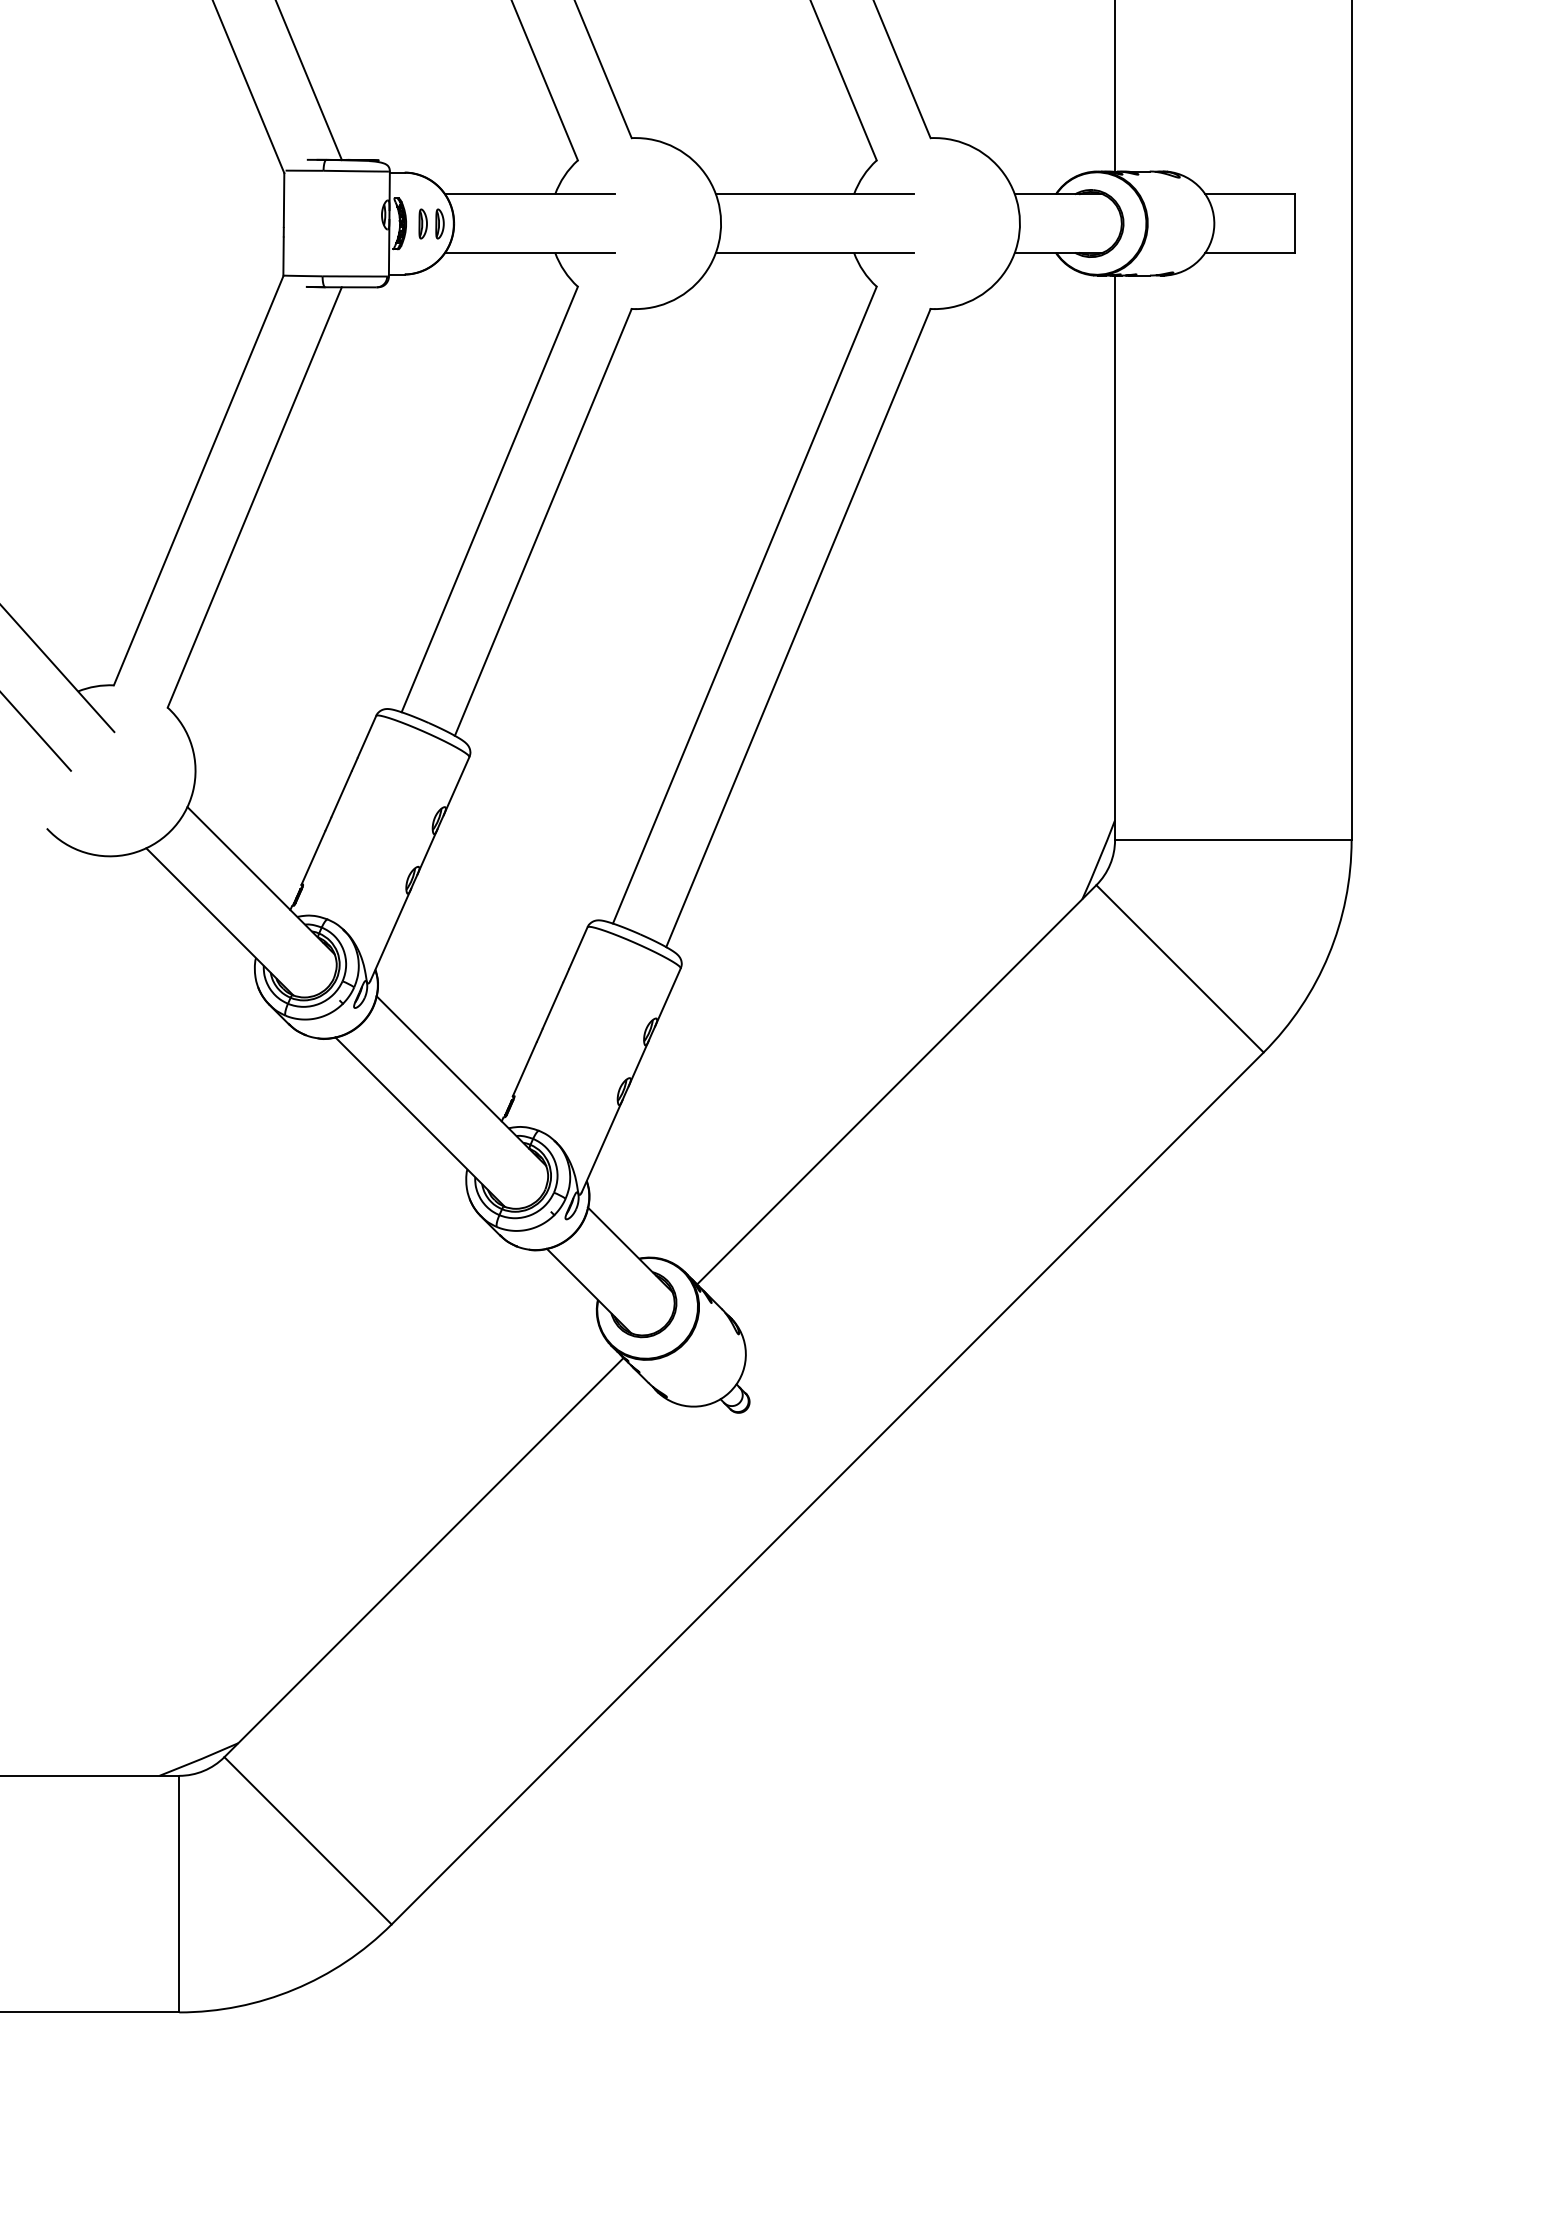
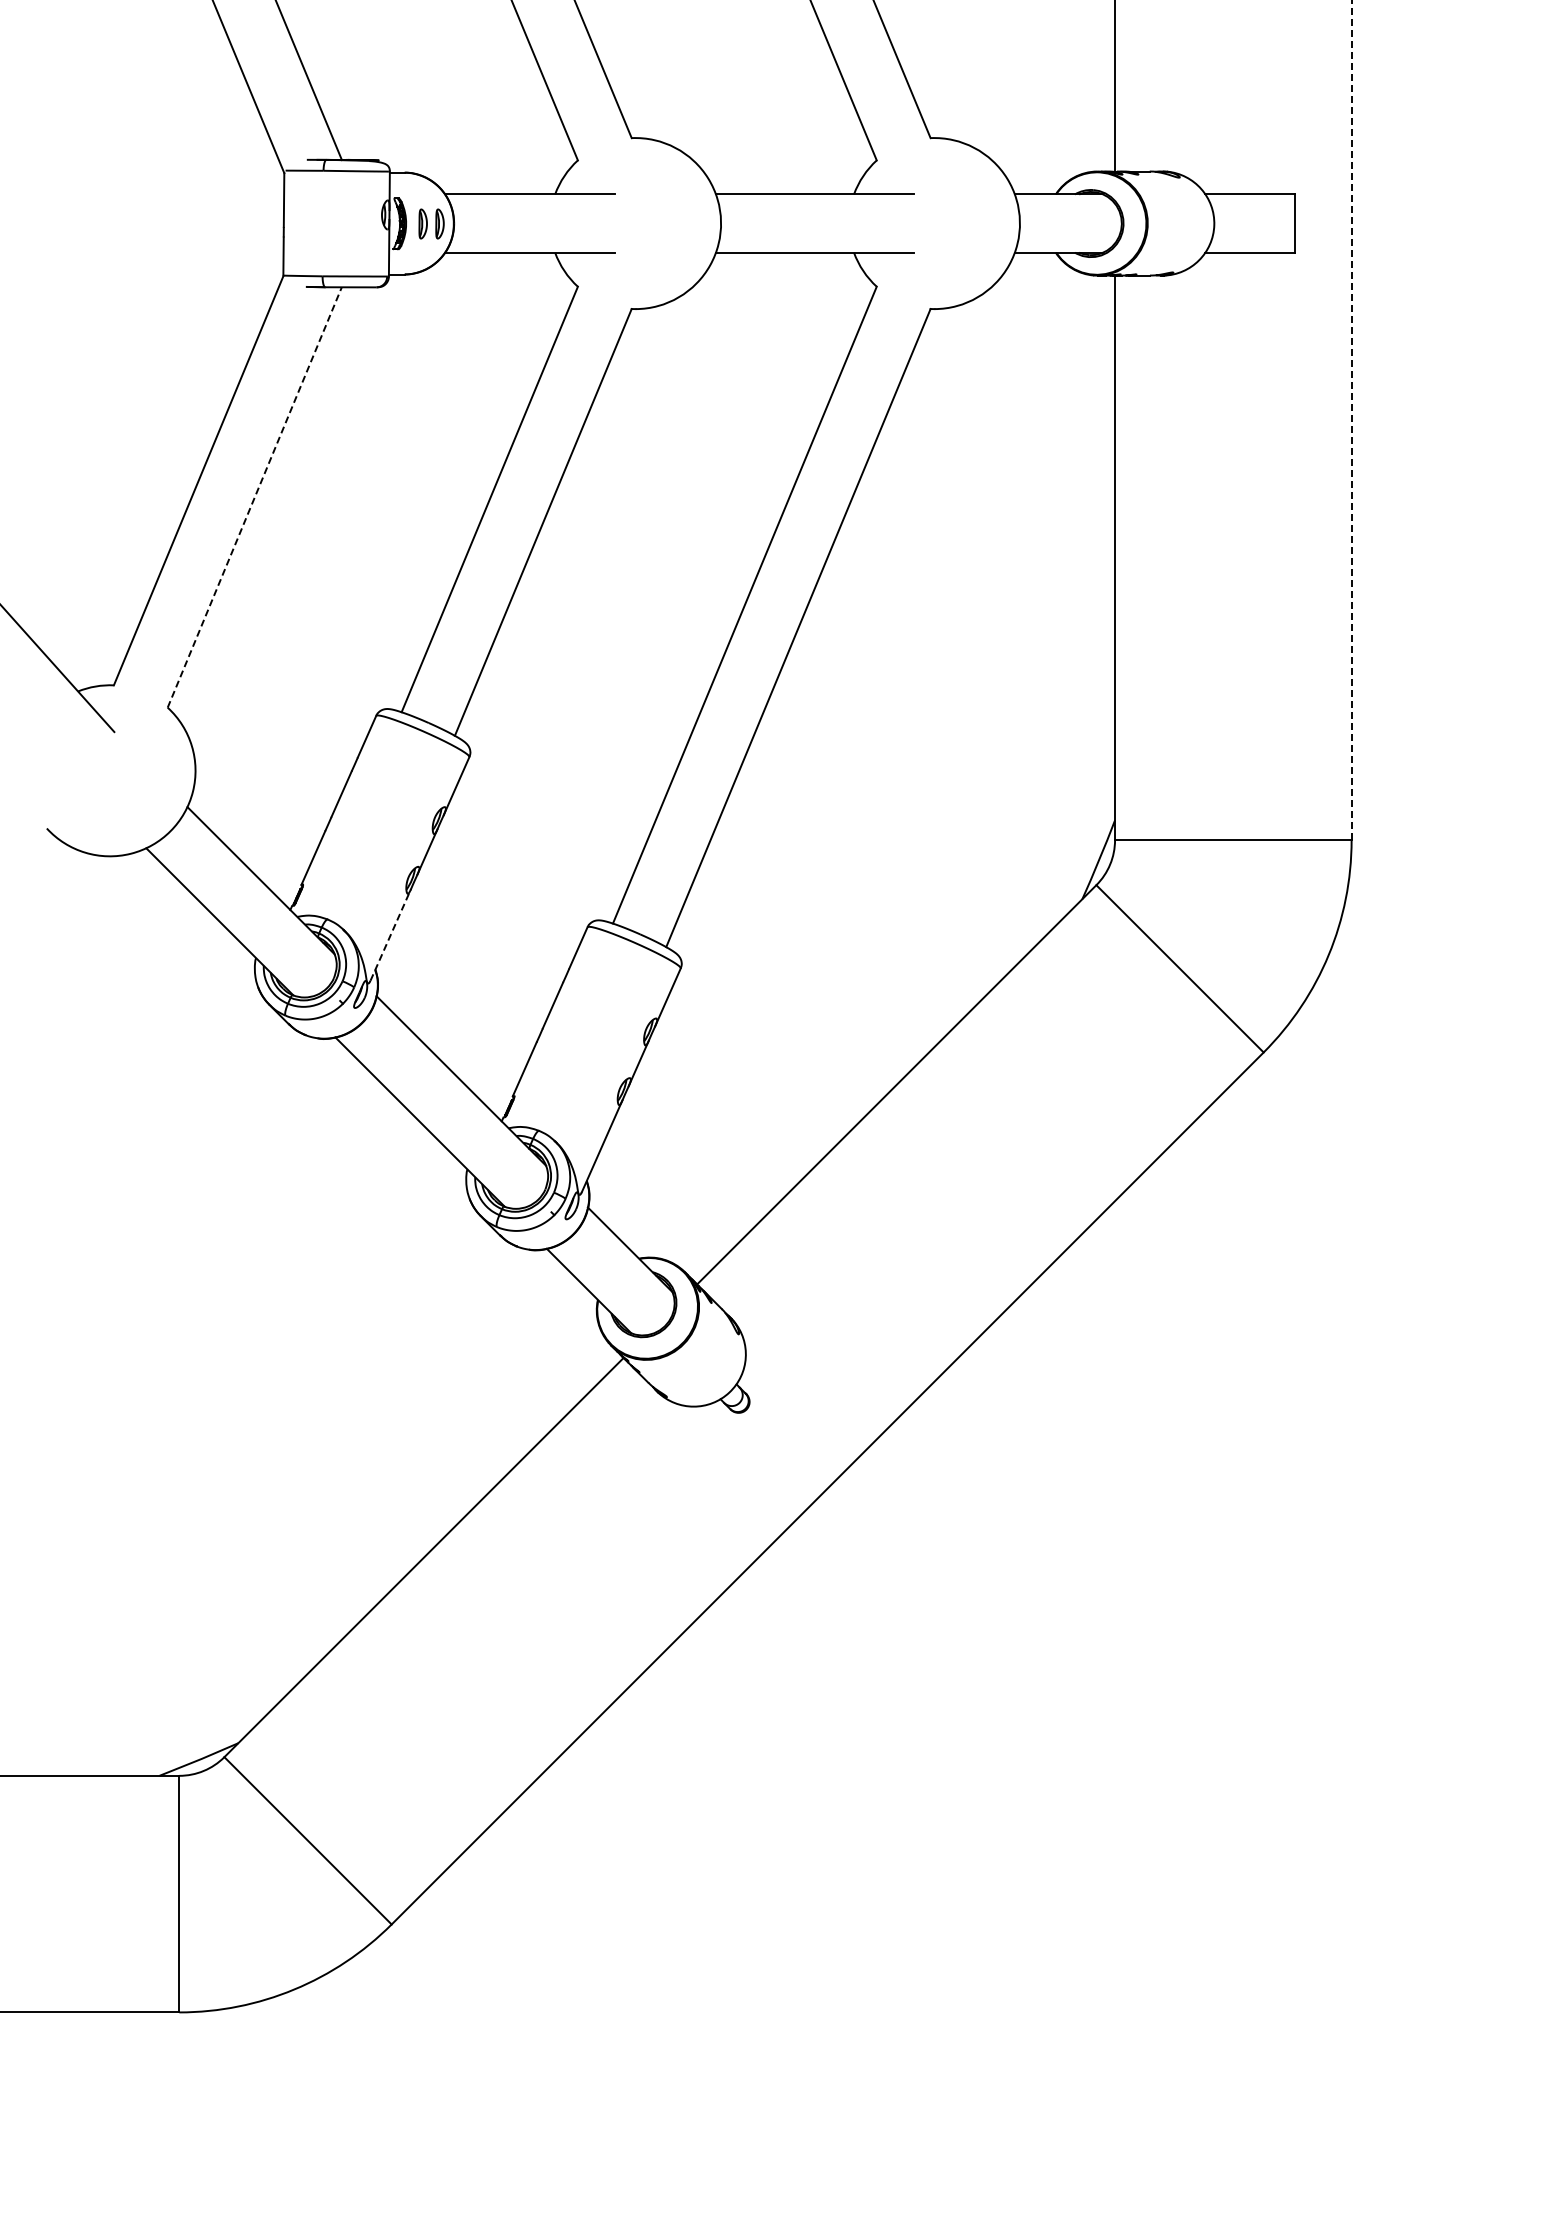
line at (1351, 420): solid -> dashed
line at (254, 497): solid -> dashed
line at (36, 732): present -> none
line at (391, 934): solid -> dashed
